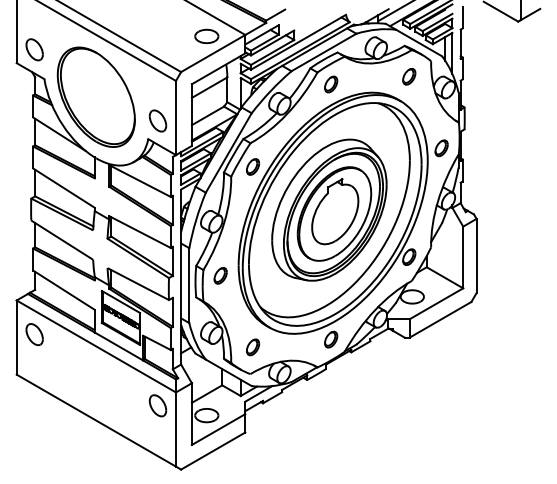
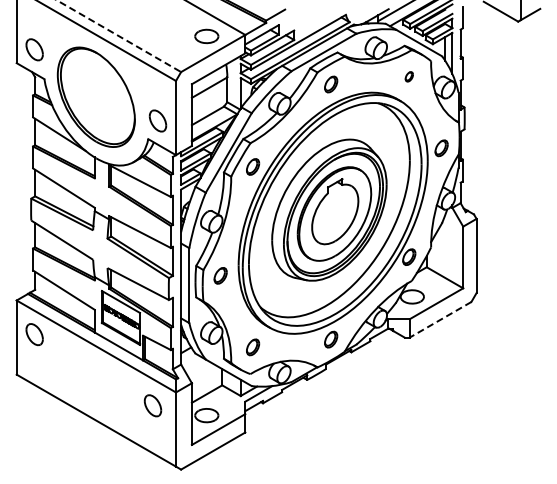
line at (118, 36): solid -> dashed
part at (409, 76) size: 15x18 px -> 10x12 px
line at (440, 319): solid -> dashed
part at (157, 405) position: (157, 405) -> (152, 405)
